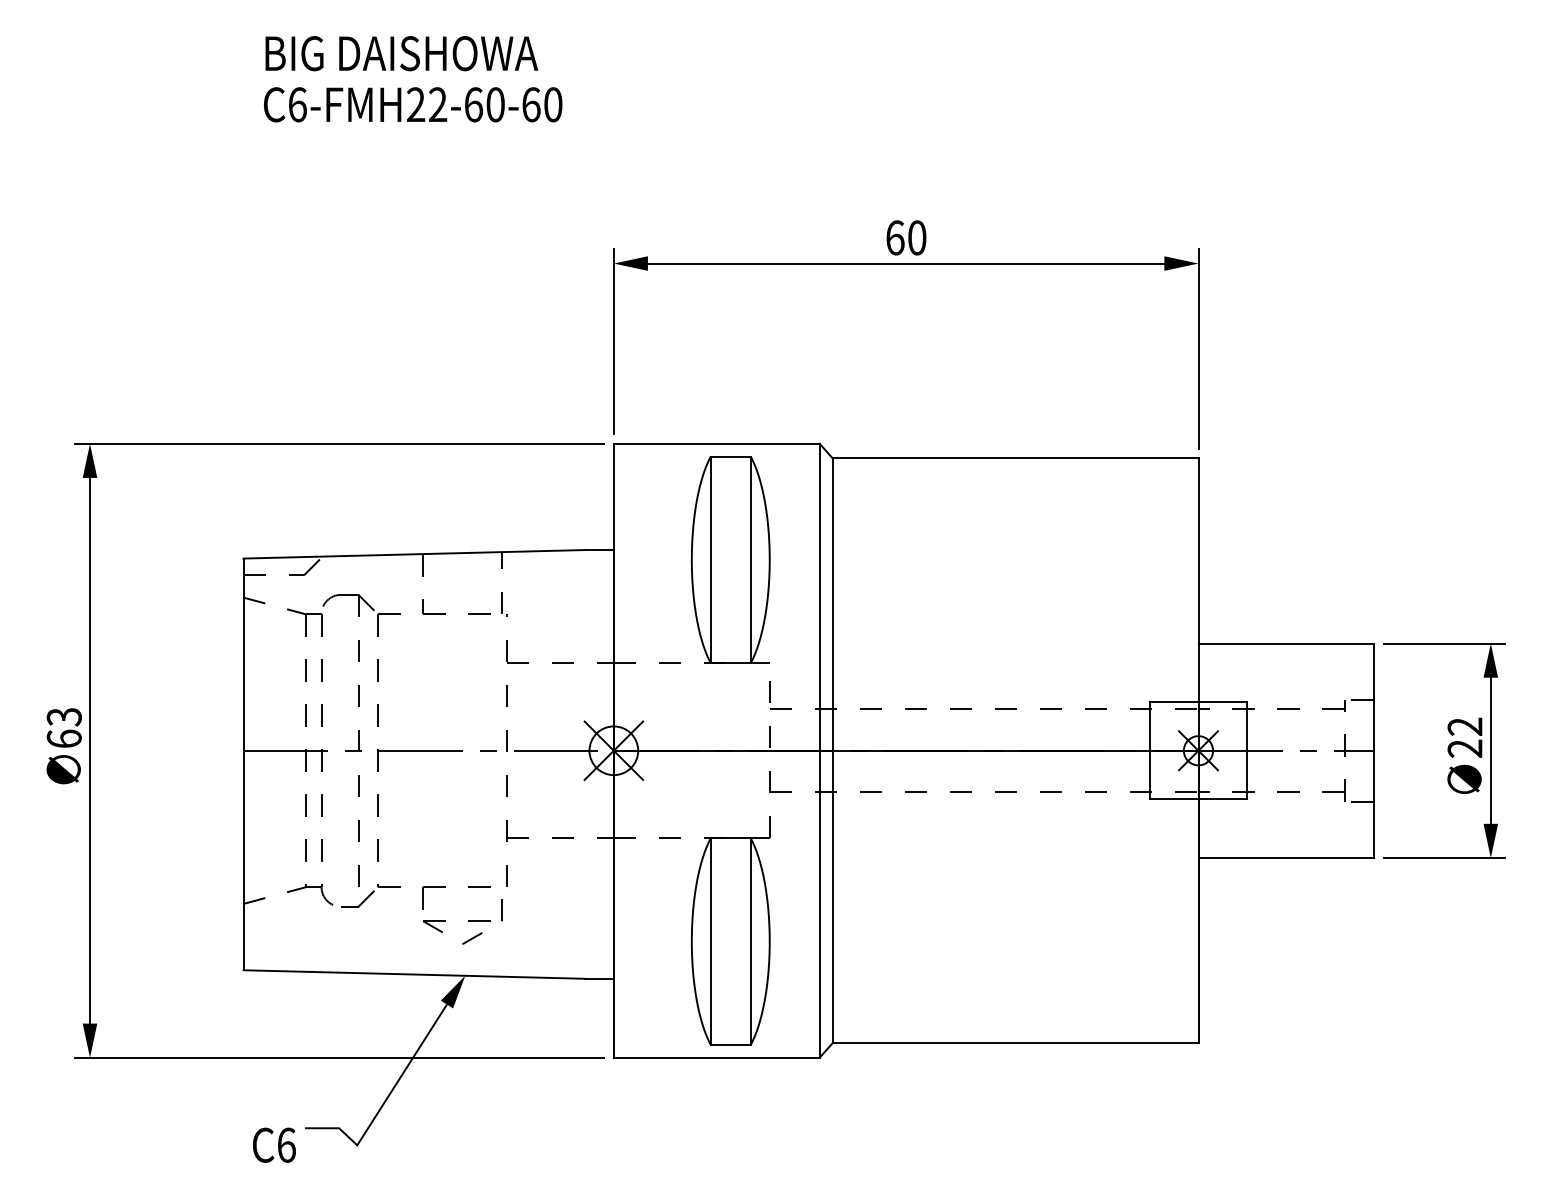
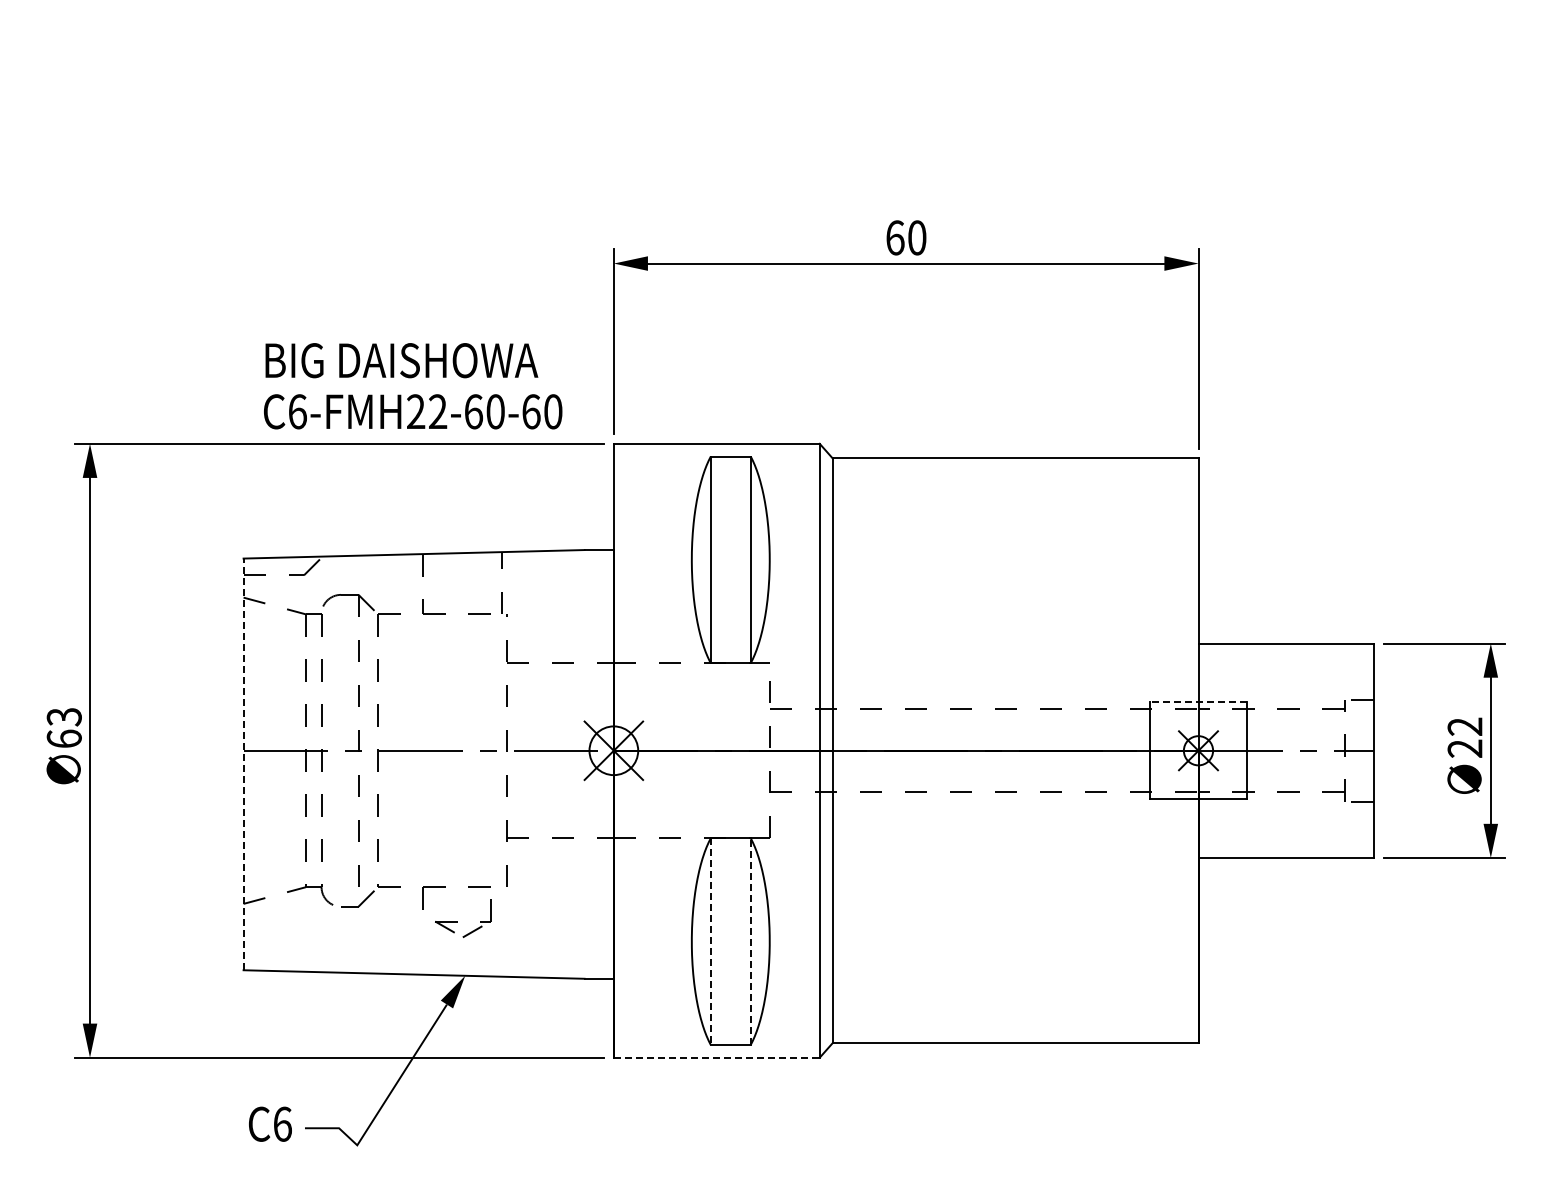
text at (413, 79) position: (413, 79) -> (413, 386)
line at (1198, 702): solid -> dashed
line at (243, 764): solid -> dashed
part at (462, 921) size: 80x46 px -> 57x39 px
line at (750, 941): solid -> dashed
line at (710, 942): solid -> dashed
line at (716, 1057): solid -> dashed
text at (274, 1144) position: (274, 1144) -> (270, 1123)
